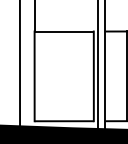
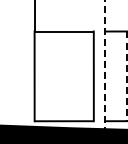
line at (19, 64): present -> none
line at (98, 65): present -> none
line at (105, 65): solid -> dashed
line at (126, 76): solid -> dashed
